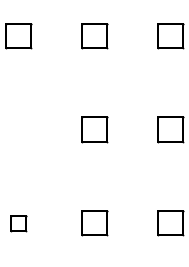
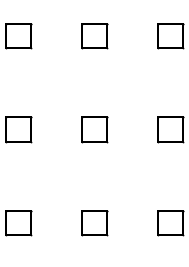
part at (18, 129): none -> present
part at (18, 223) size: 18x18 px -> 28x27 px
